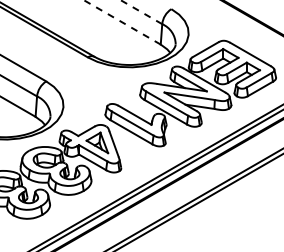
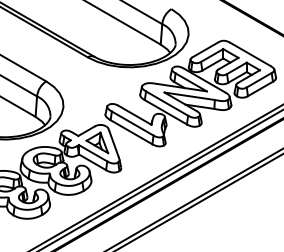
line at (141, 12): dashed -> solid
line at (121, 22): dashed -> solid
